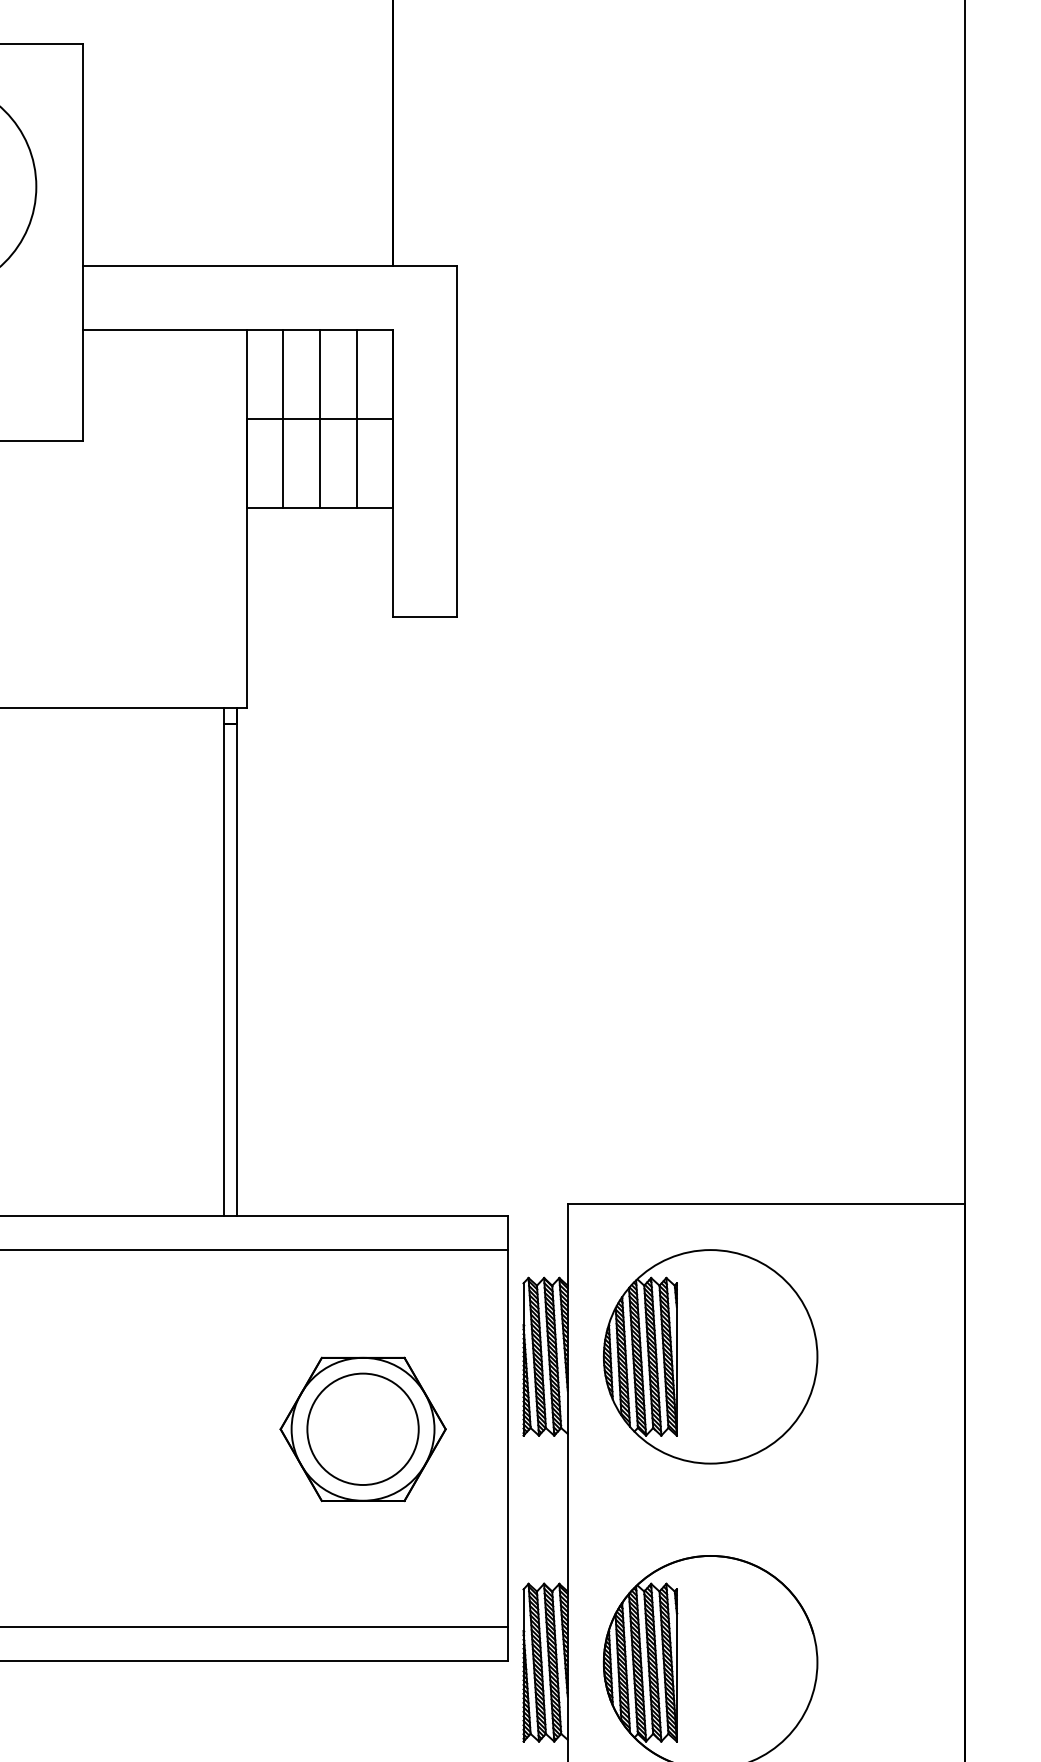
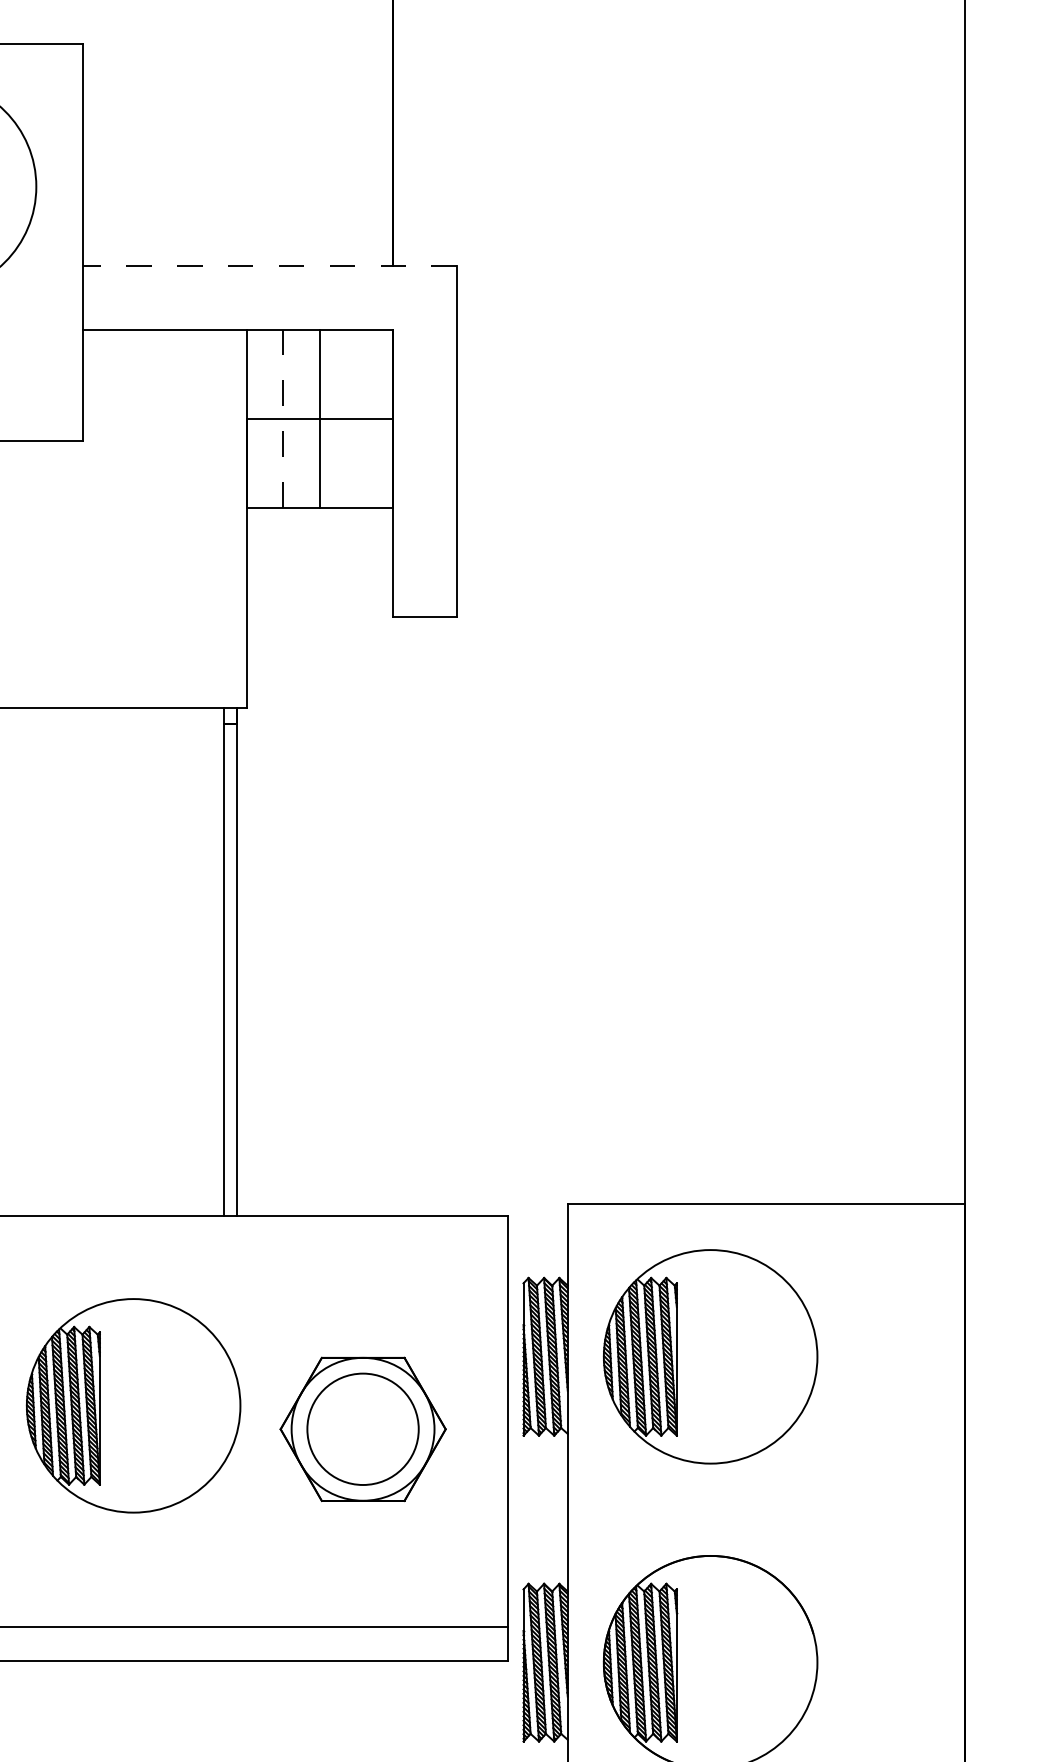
line at (269, 266): solid -> dashed
line at (283, 418): solid -> dashed
line at (356, 418): present -> none
line at (255, 1249): present -> none
part at (133, 1405): none -> present
